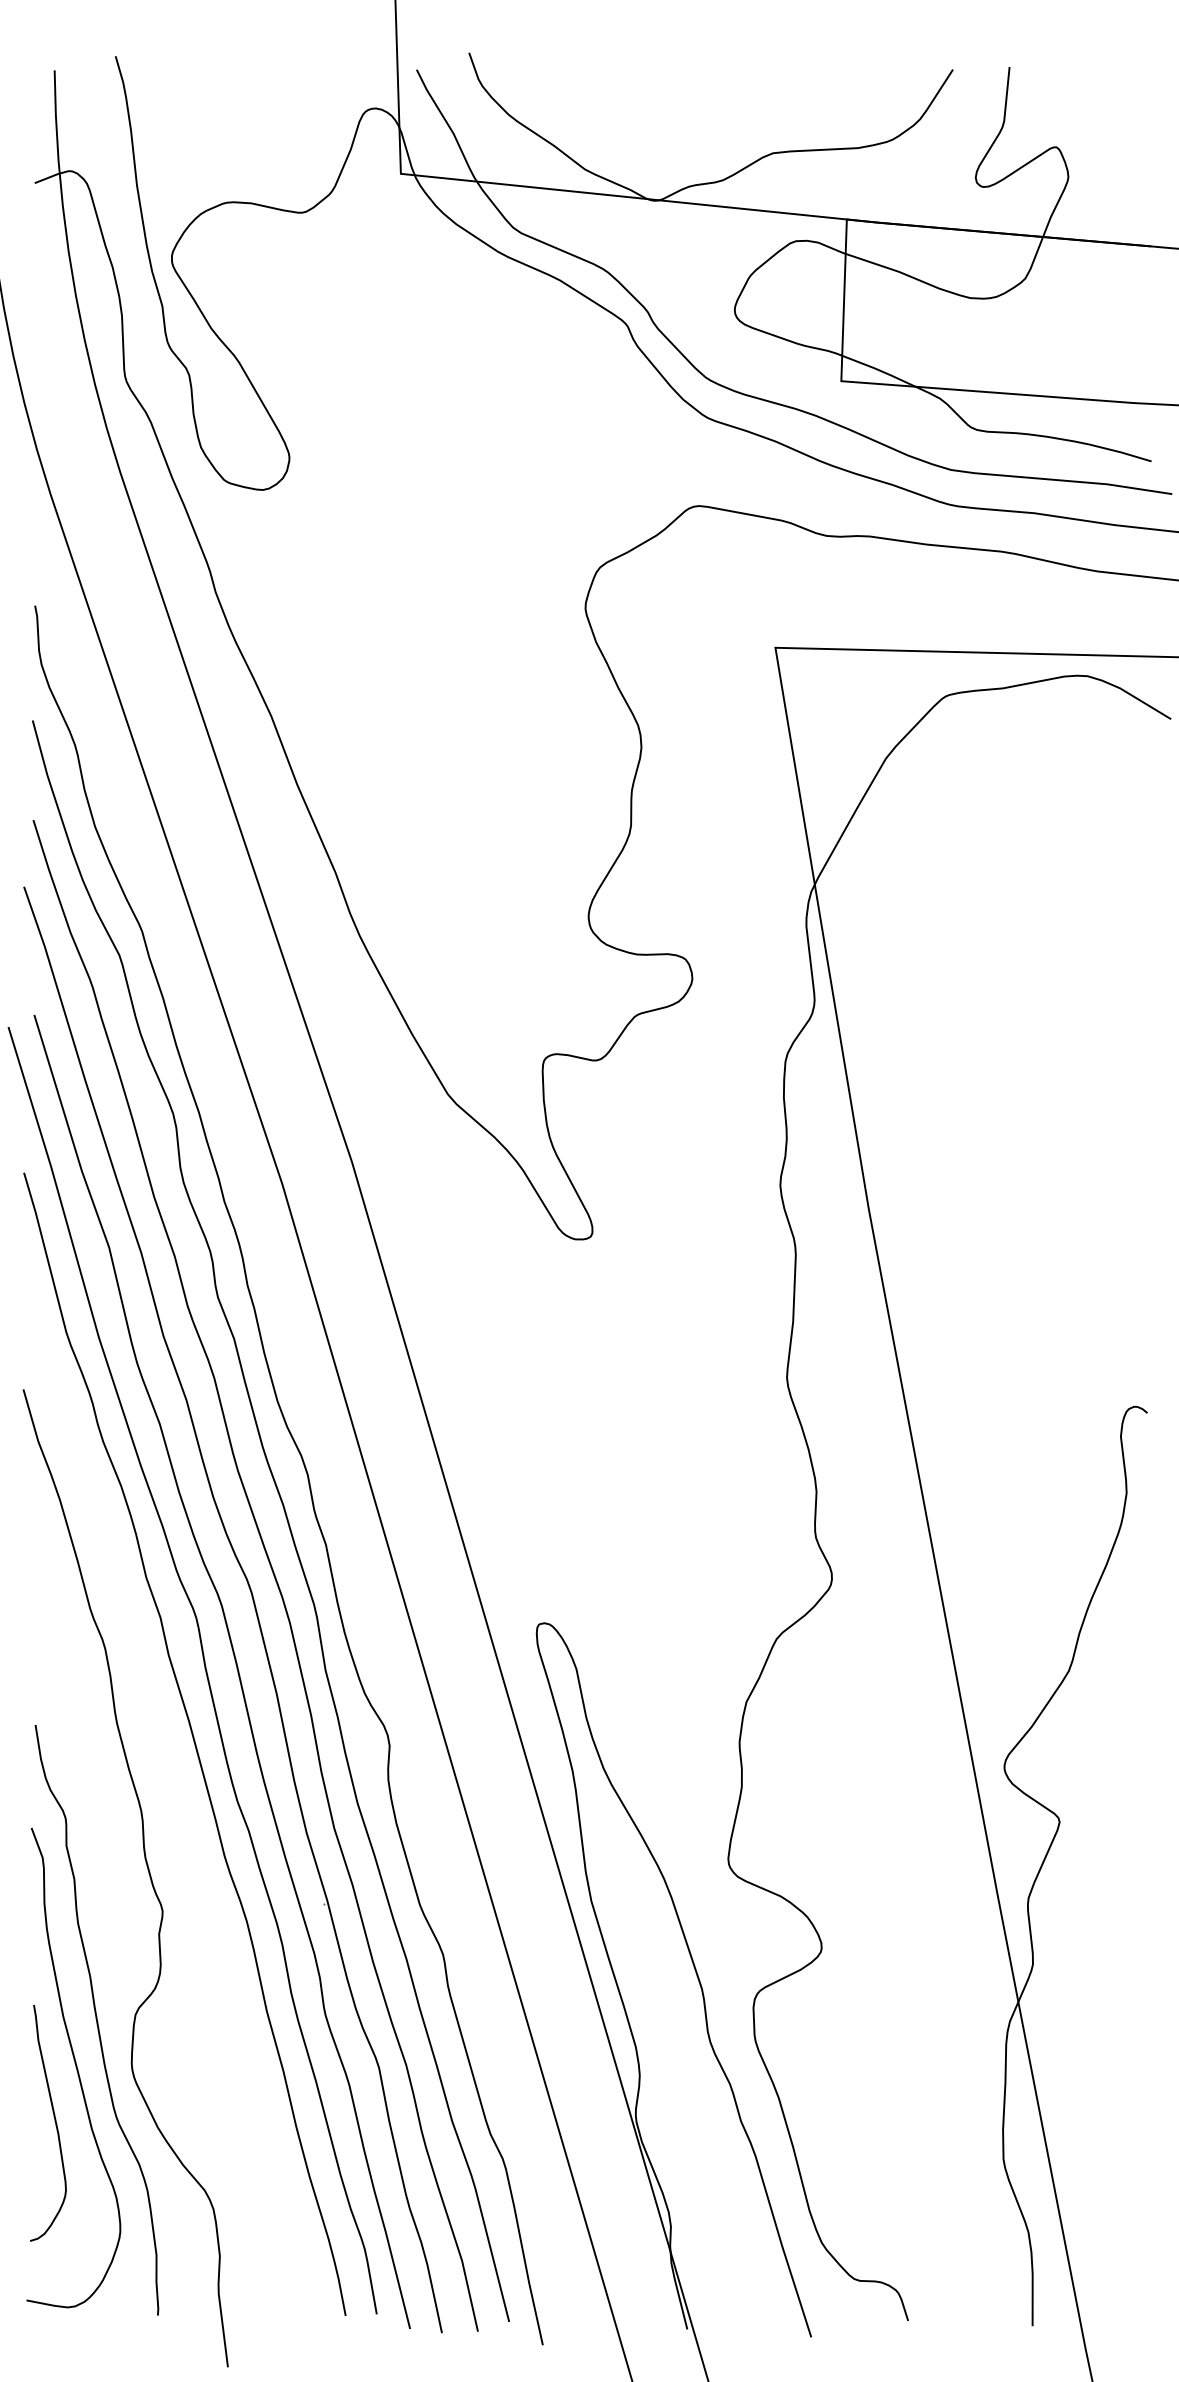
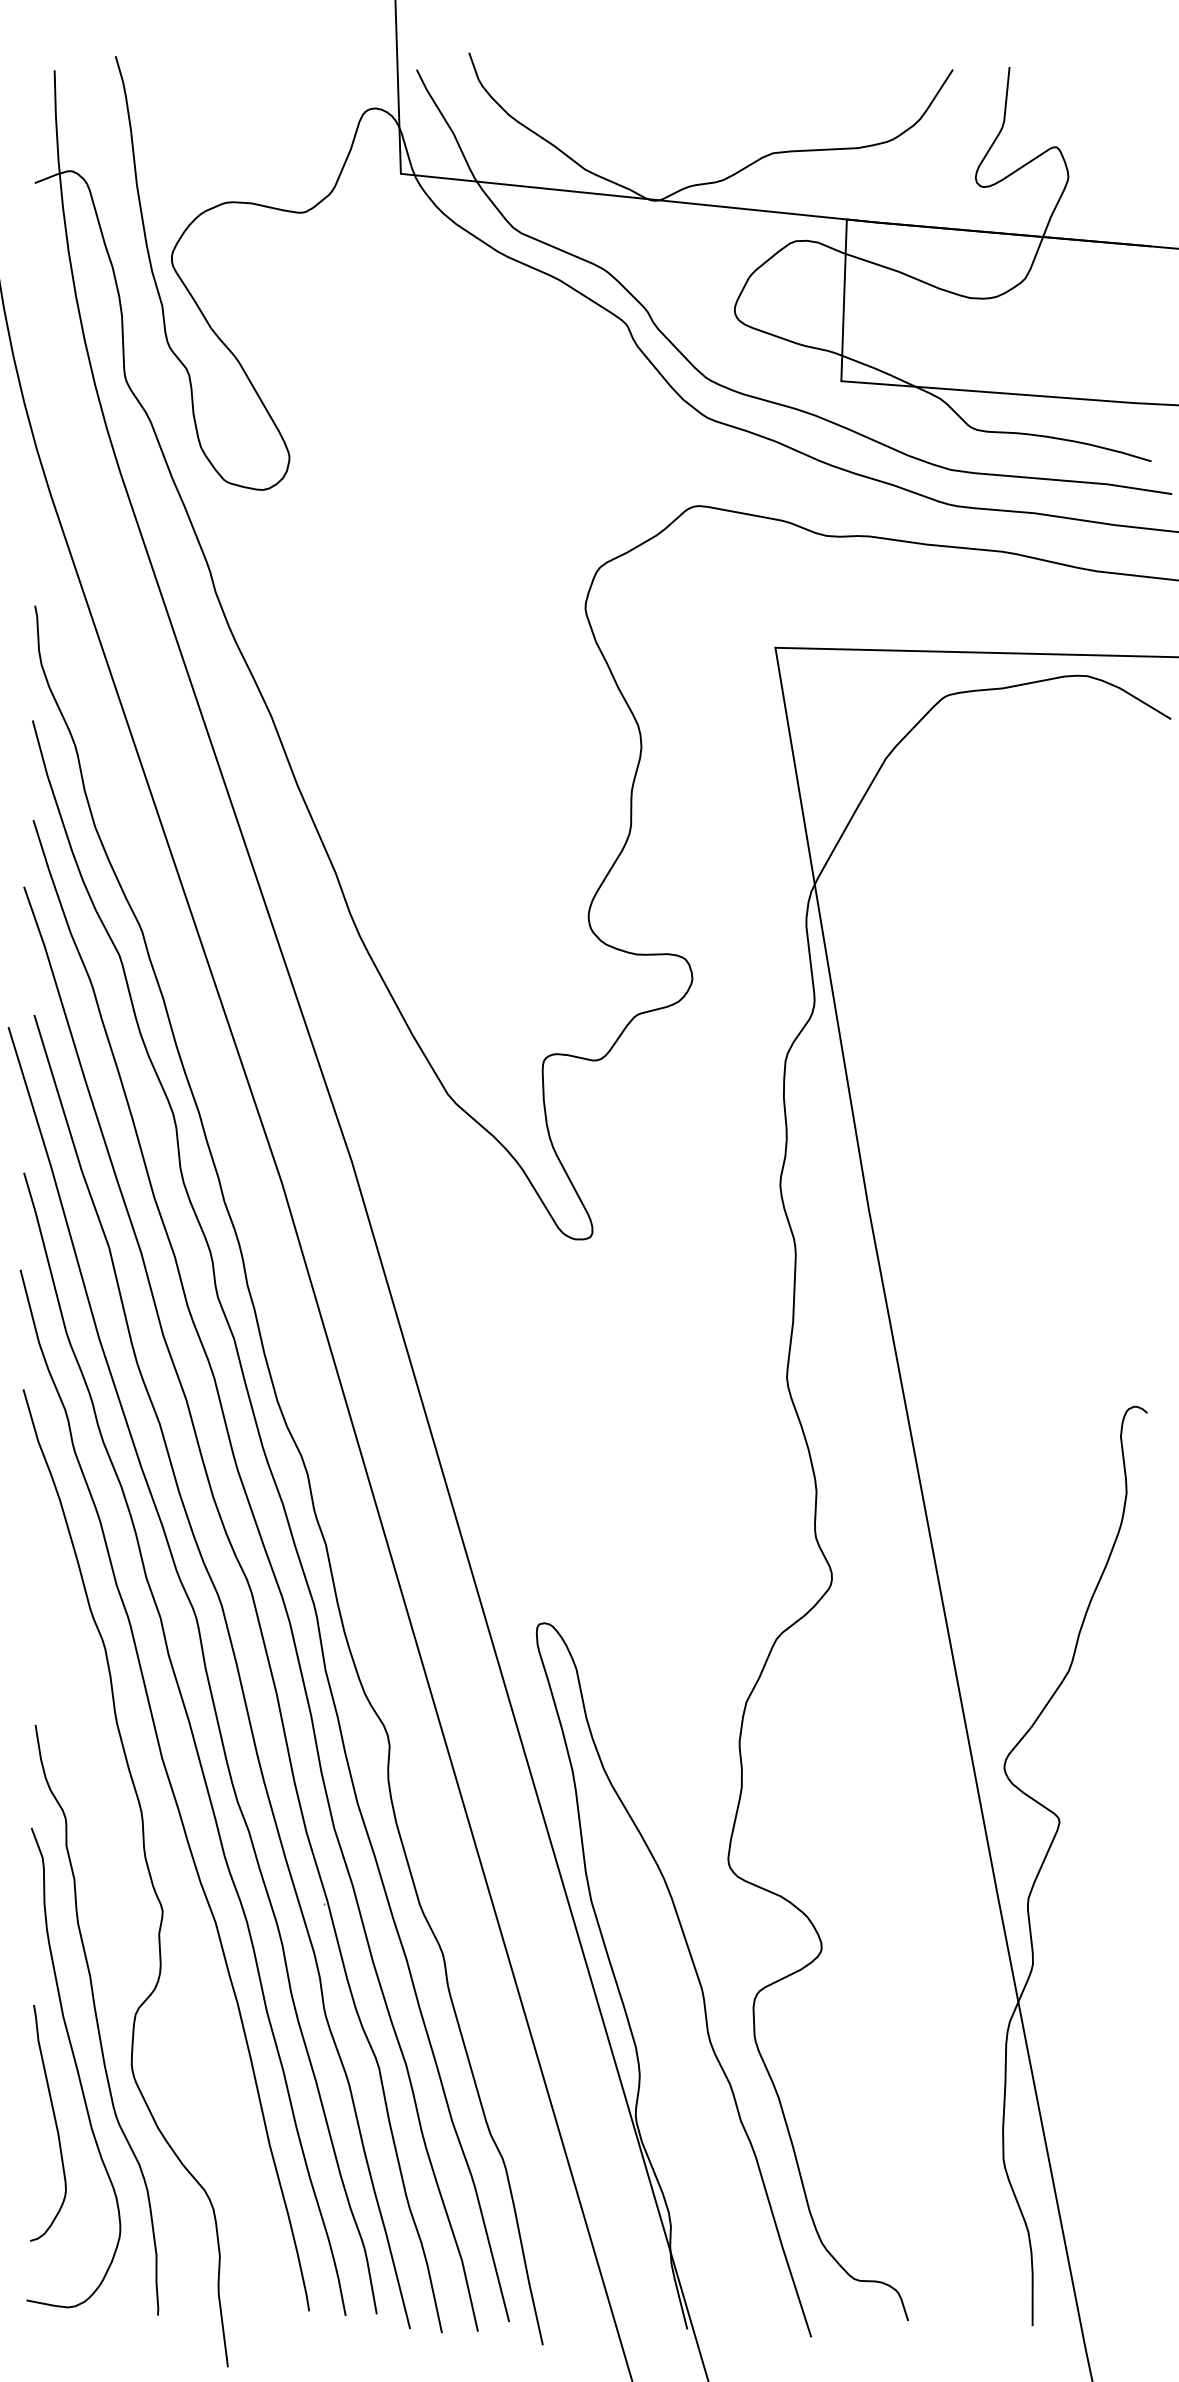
curve at (170, 1788): none -> present
